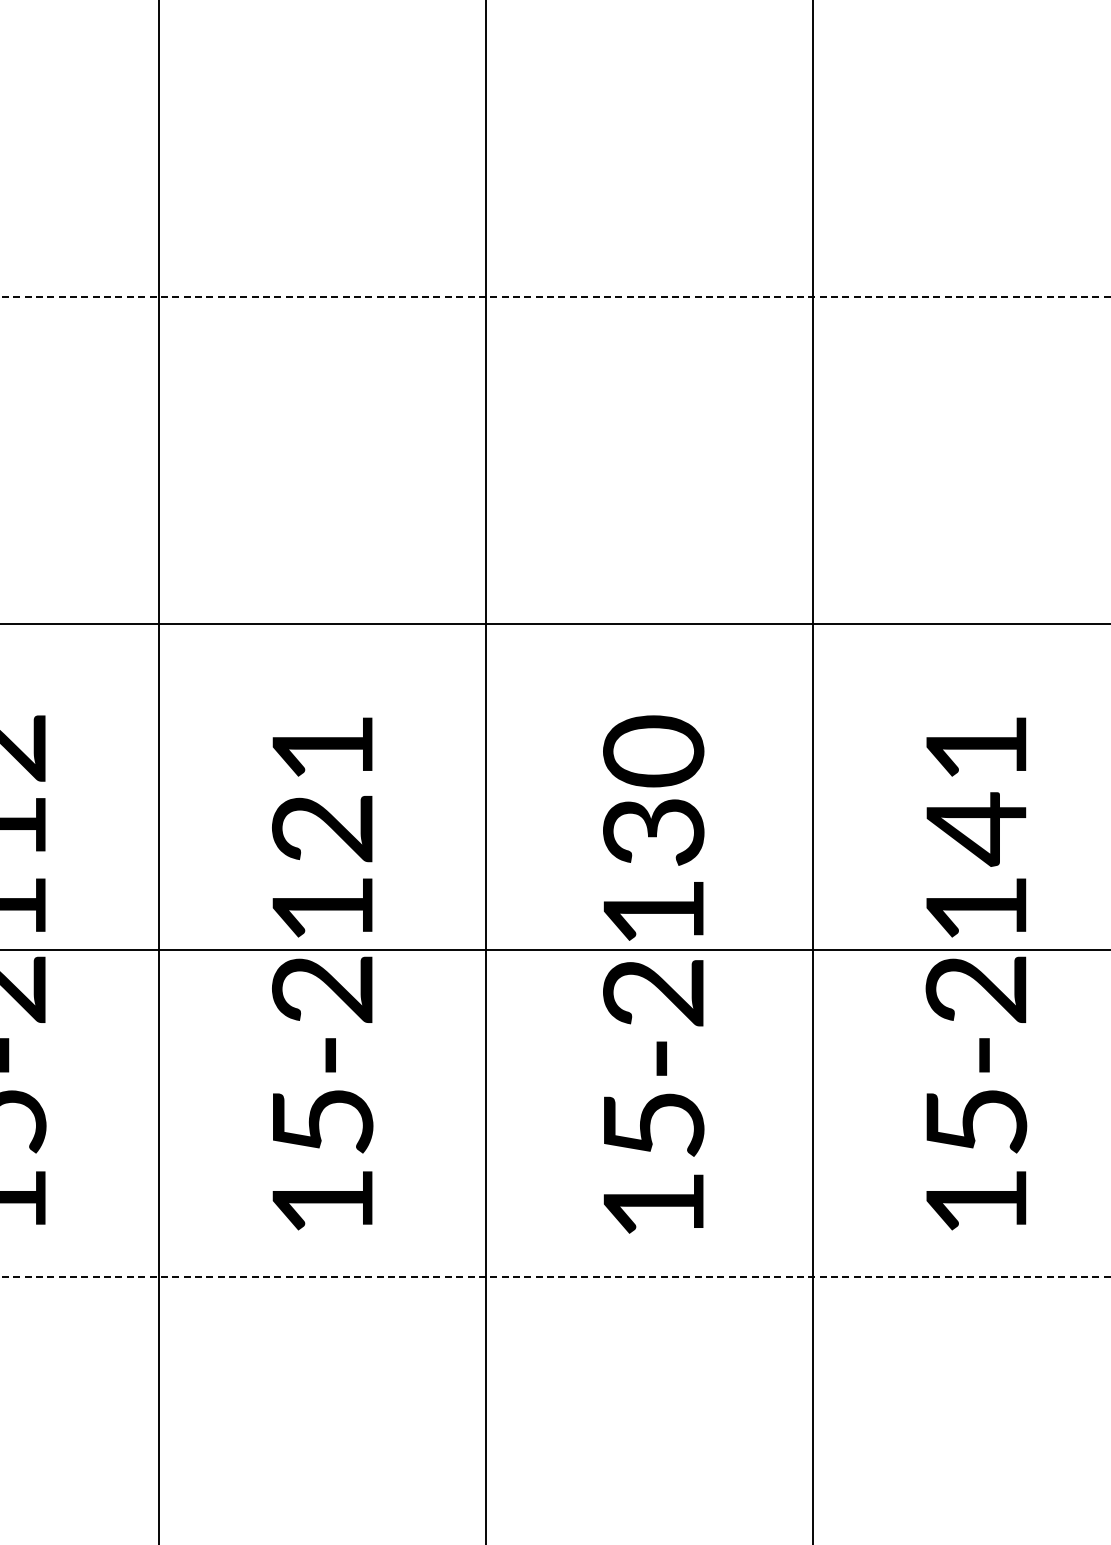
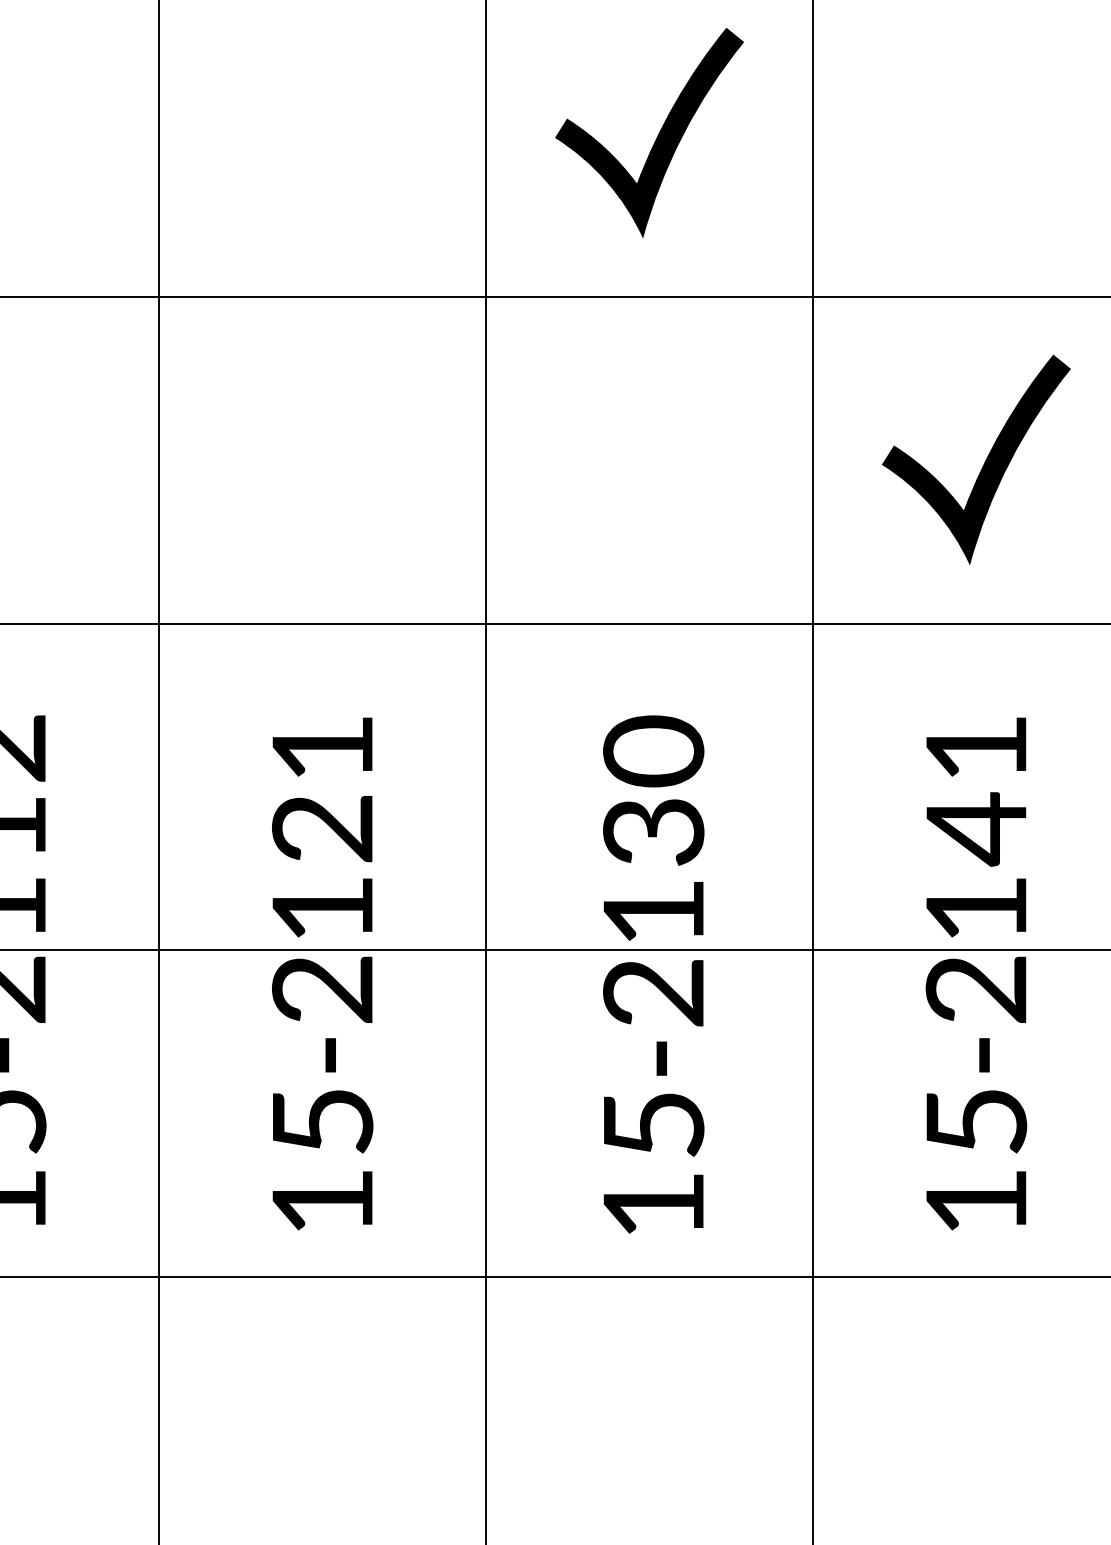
part at (657, 135): none -> present
line at (556, 296): dashed -> solid
part at (984, 462): none -> present
line at (556, 1277): dashed -> solid
